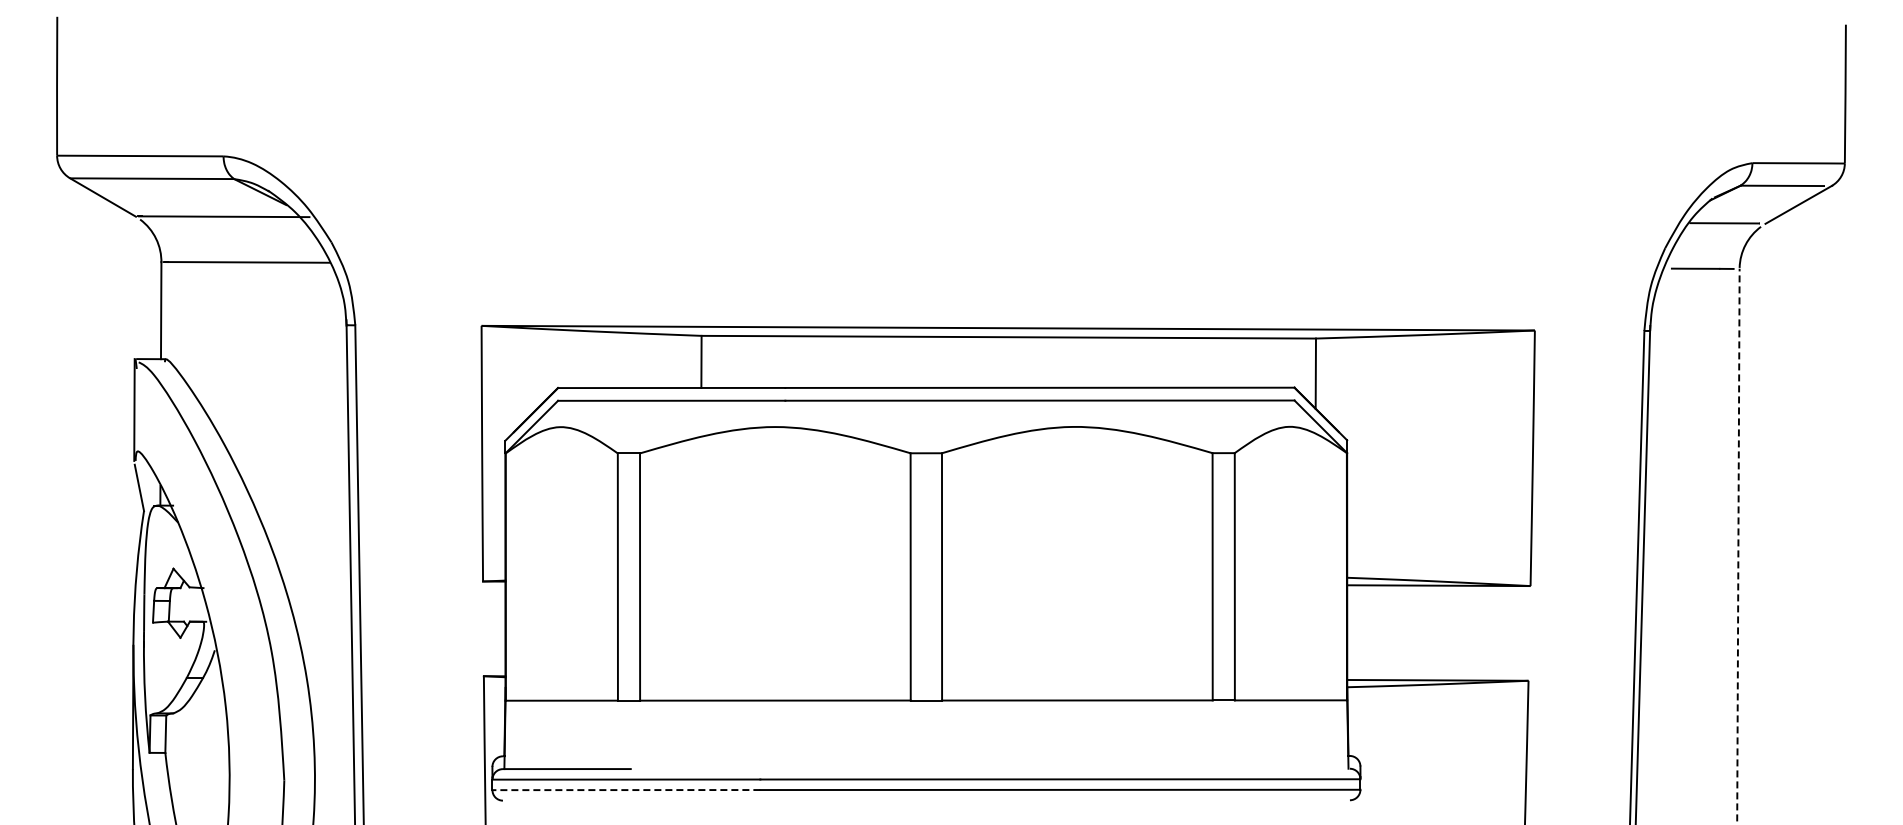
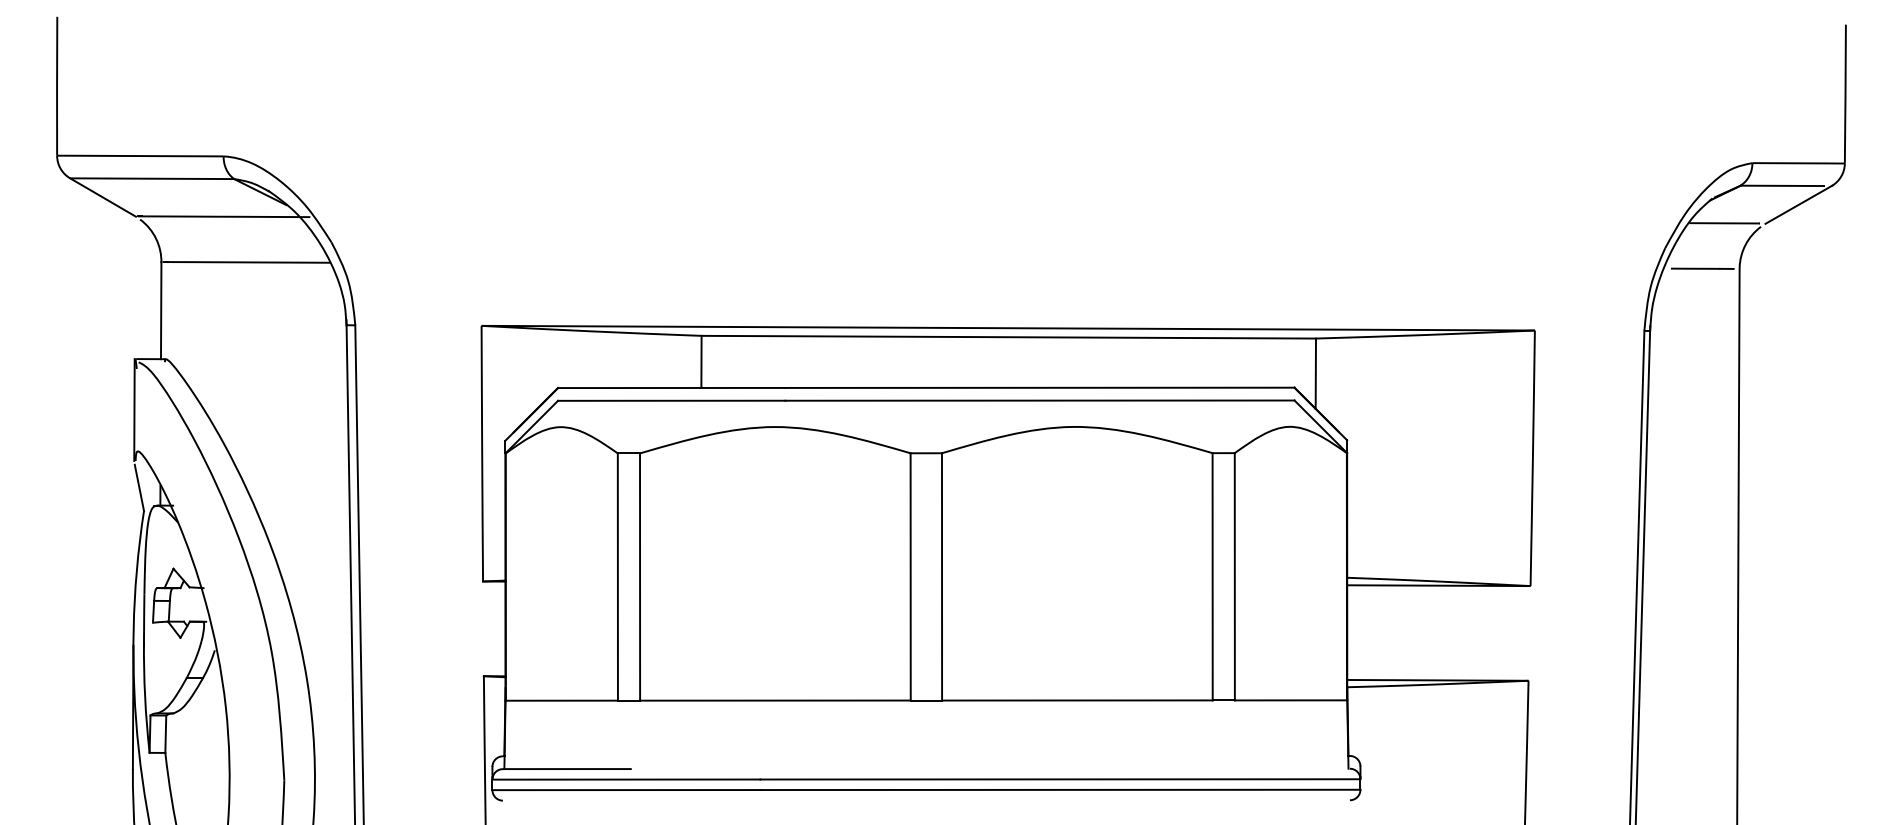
line at (1738, 546): dashed -> solid
line at (626, 790): dashed -> solid
